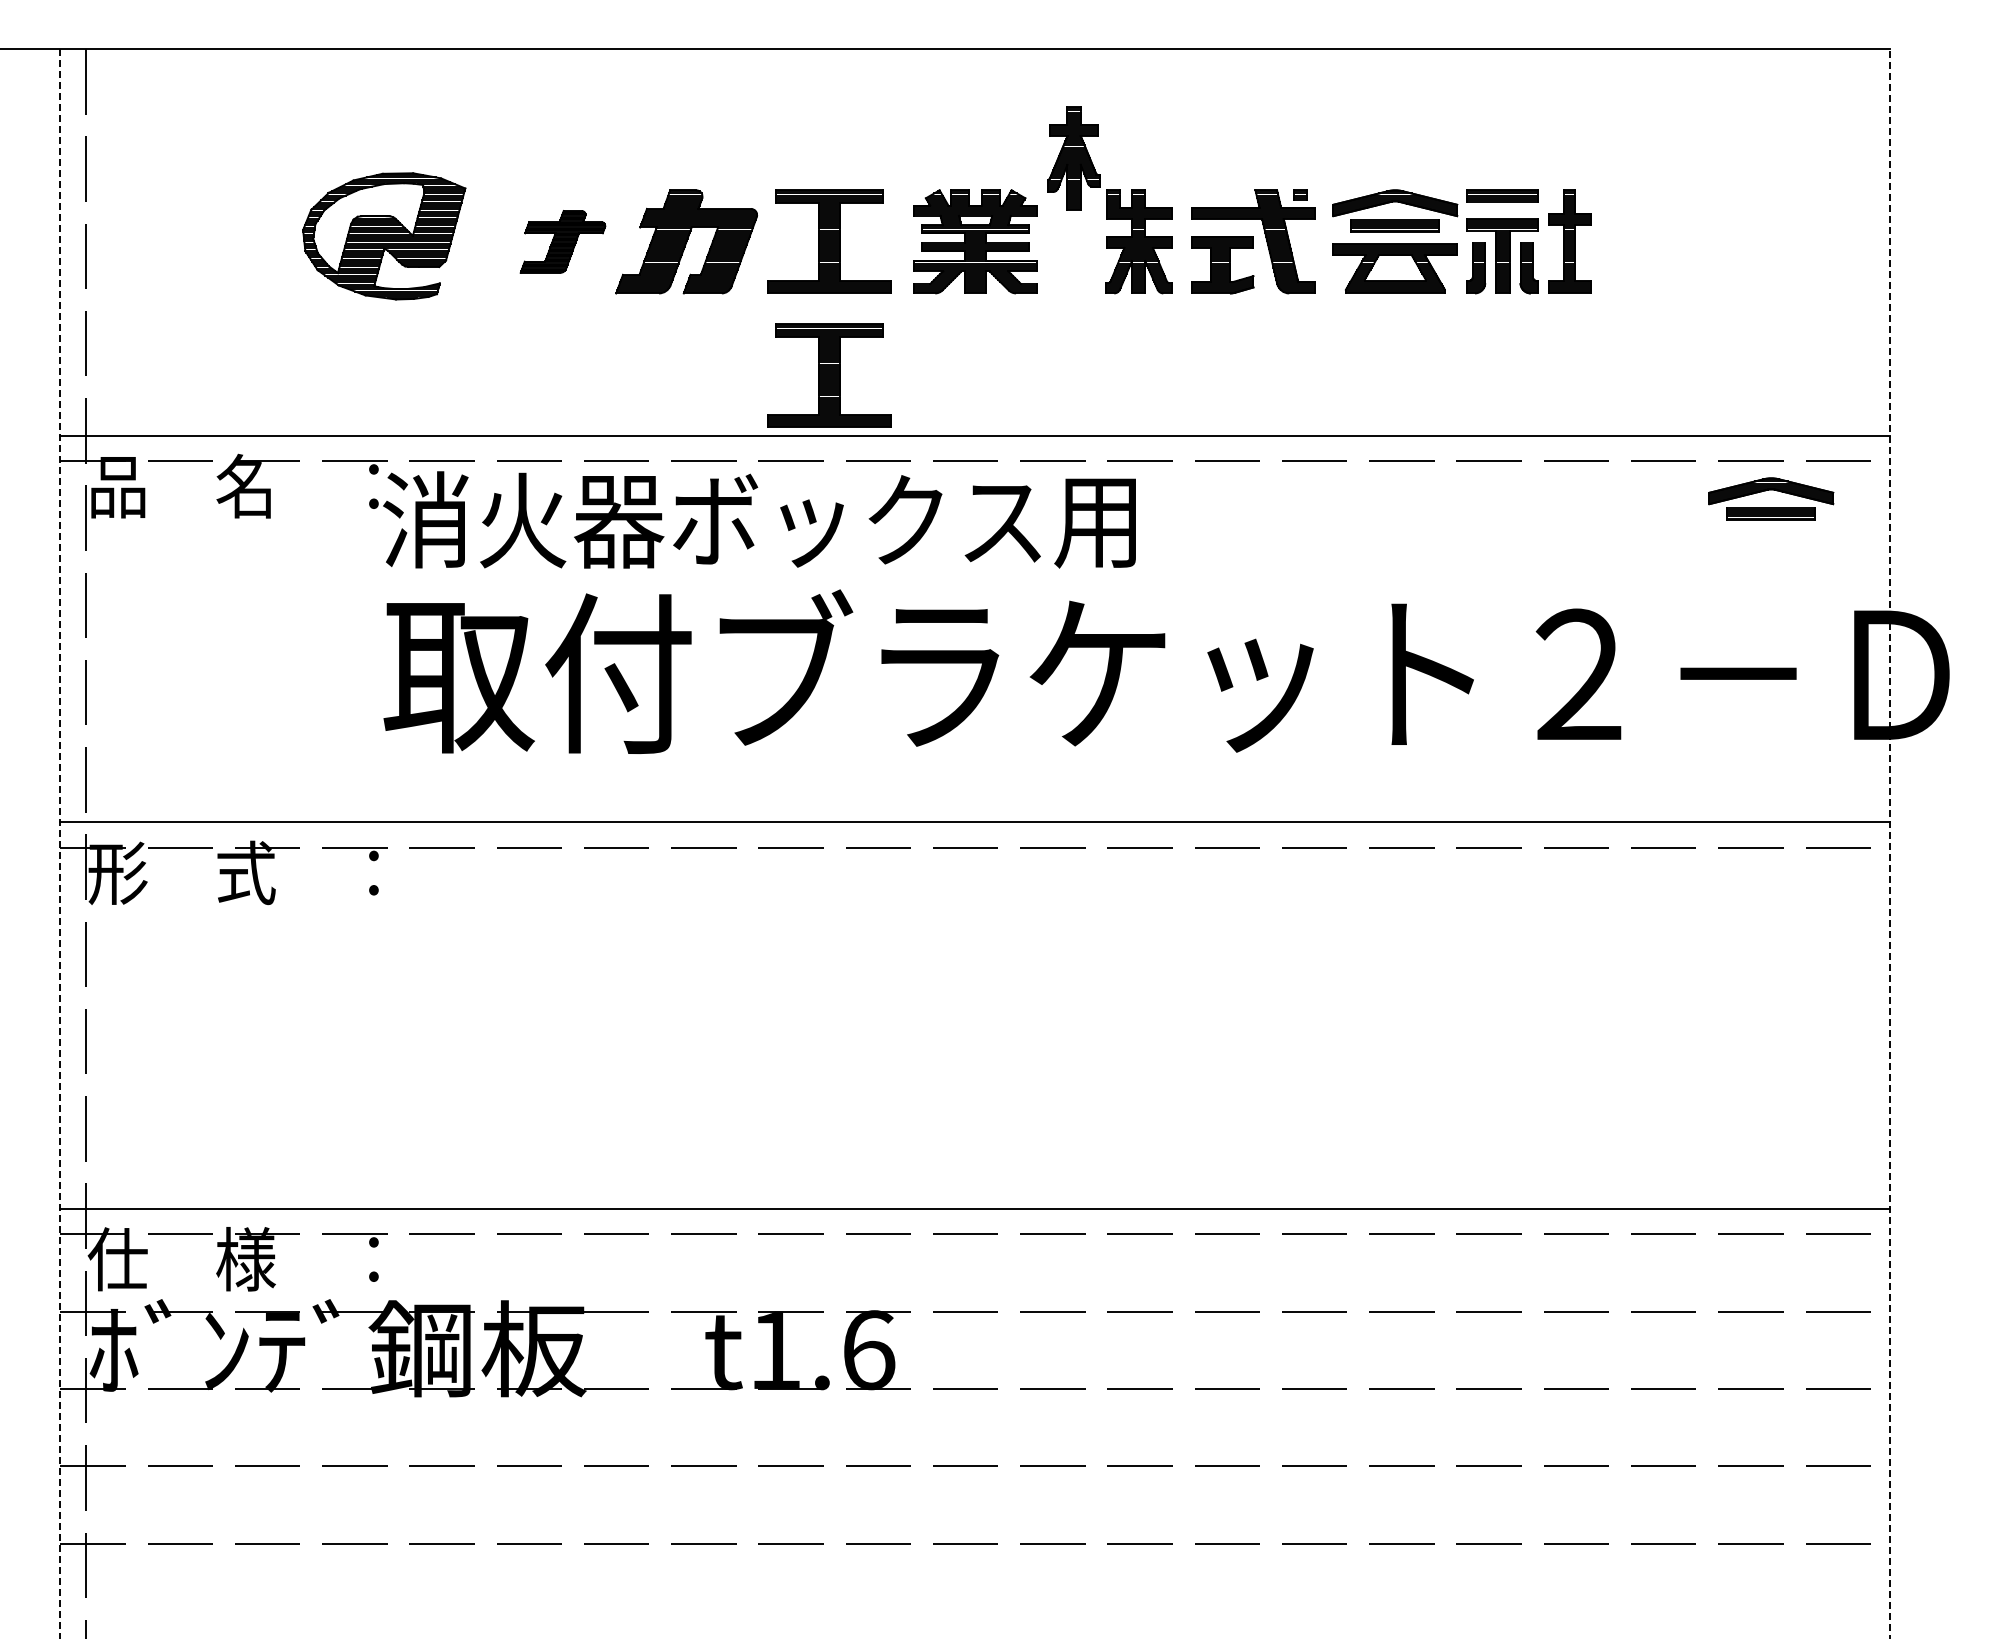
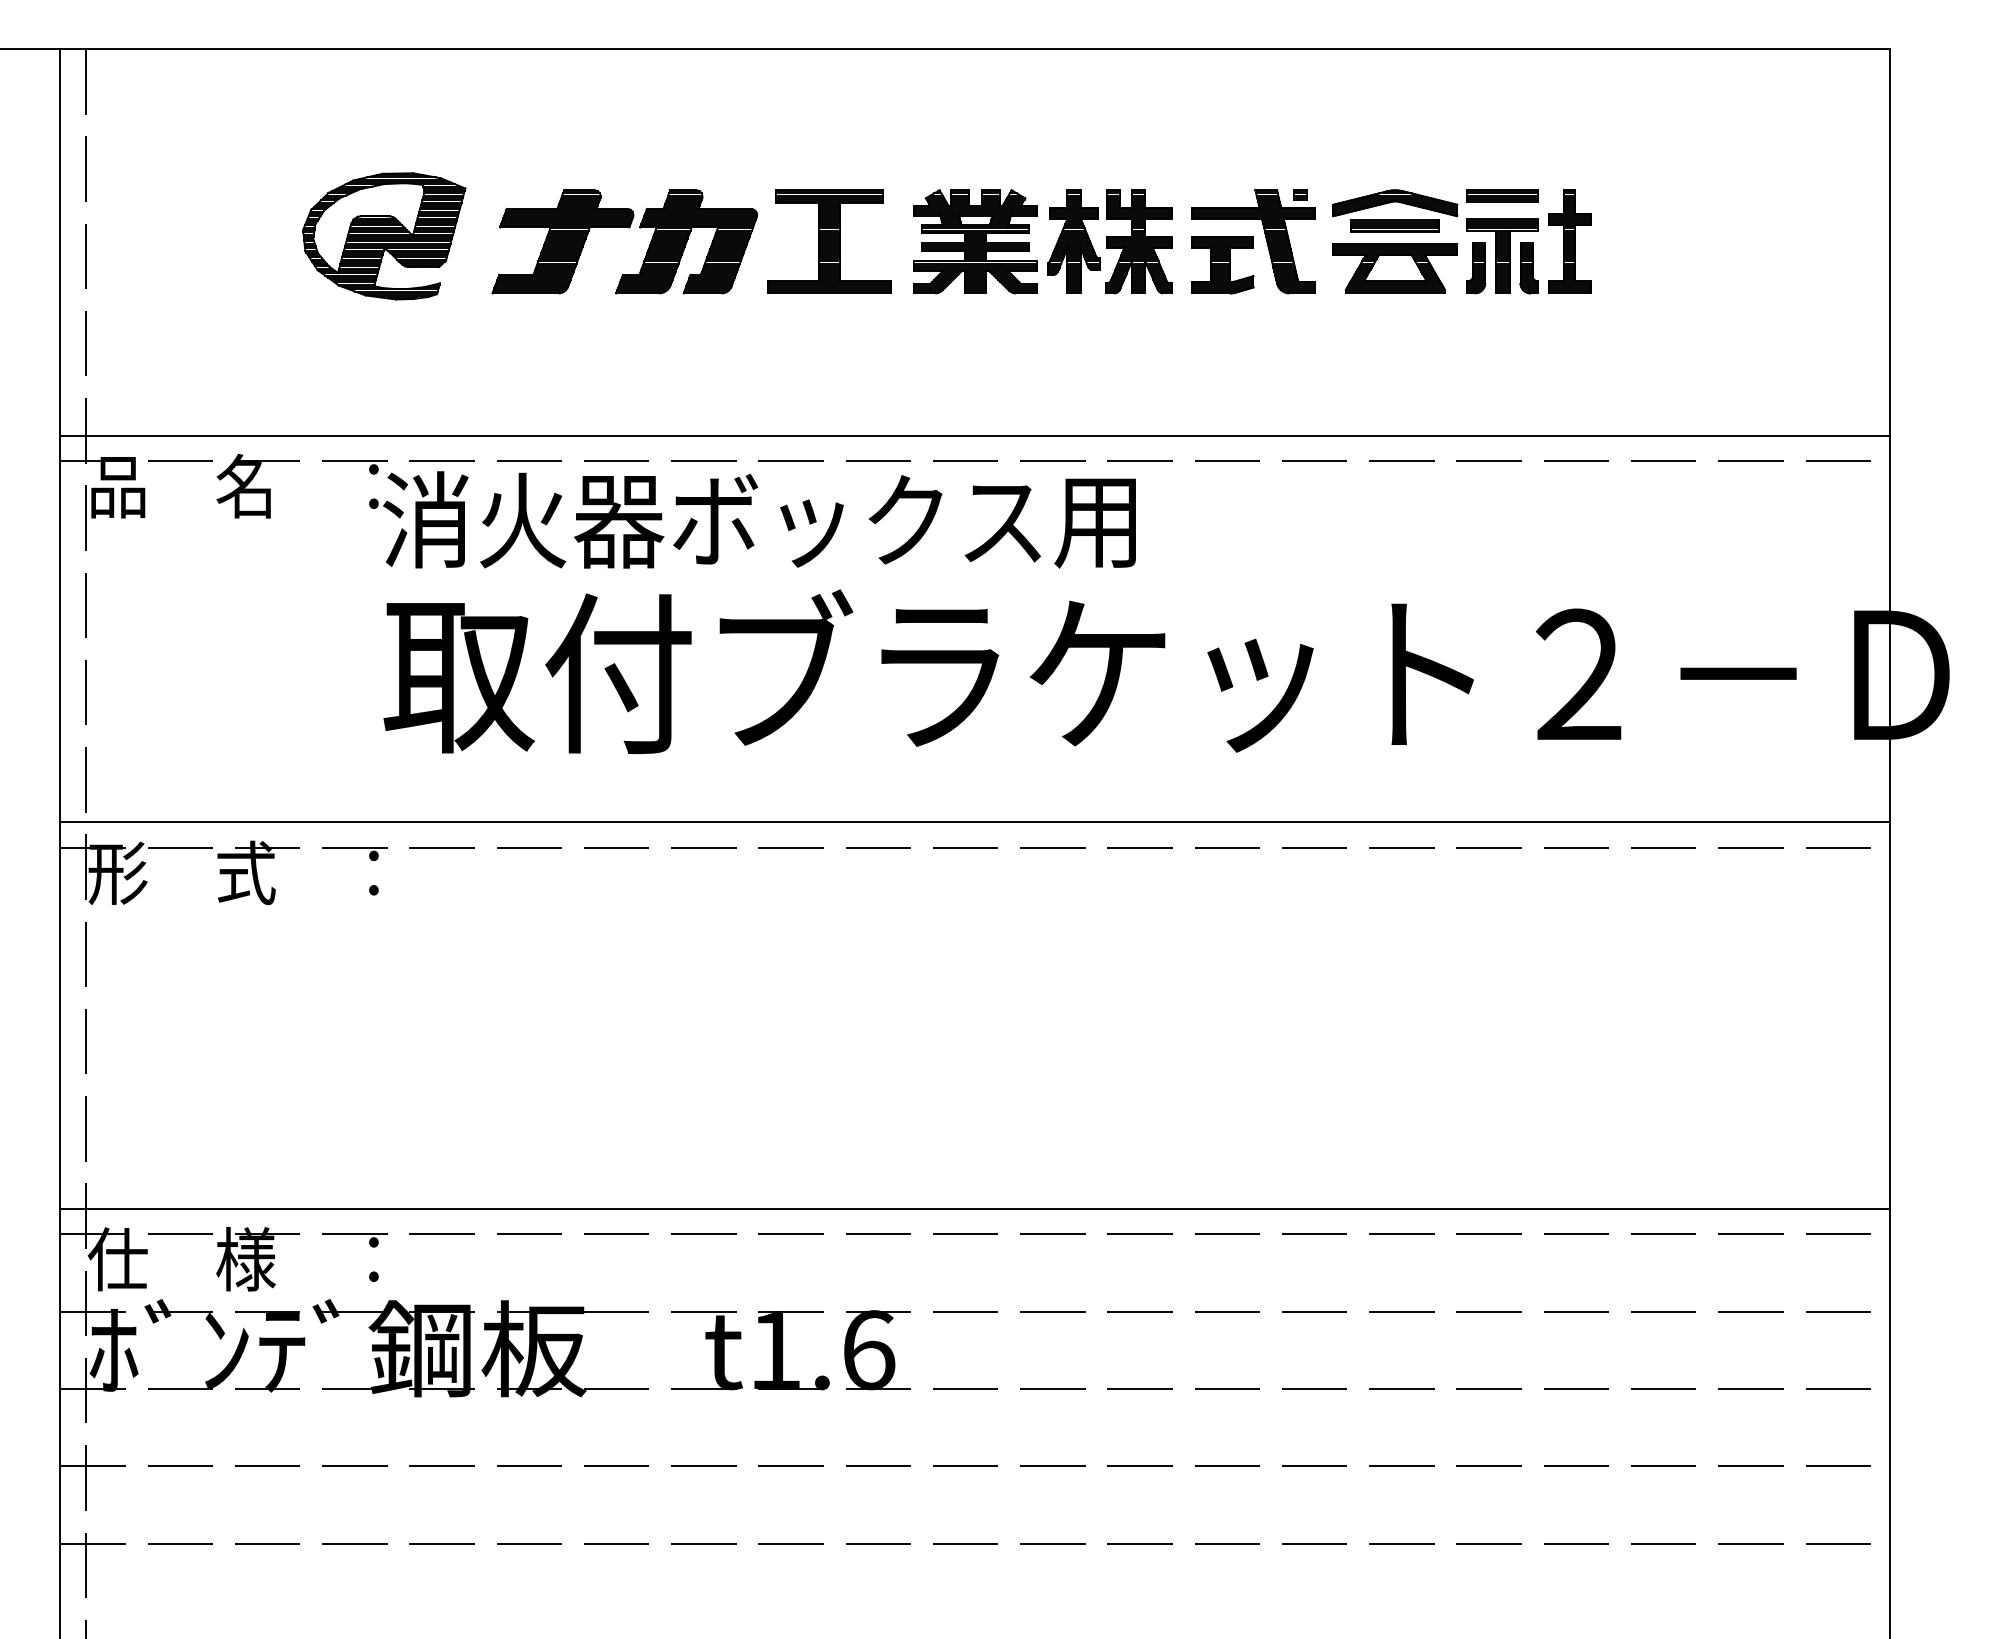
part at (1073, 158) position: (1073, 158) -> (1073, 241)
part at (562, 241) size: 88x64 px -> 144x106 px
part at (829, 375): present -> none
part at (1771, 490): present -> none
line at (60, 843): dashed -> solid
line at (1889, 843): dashed -> solid
